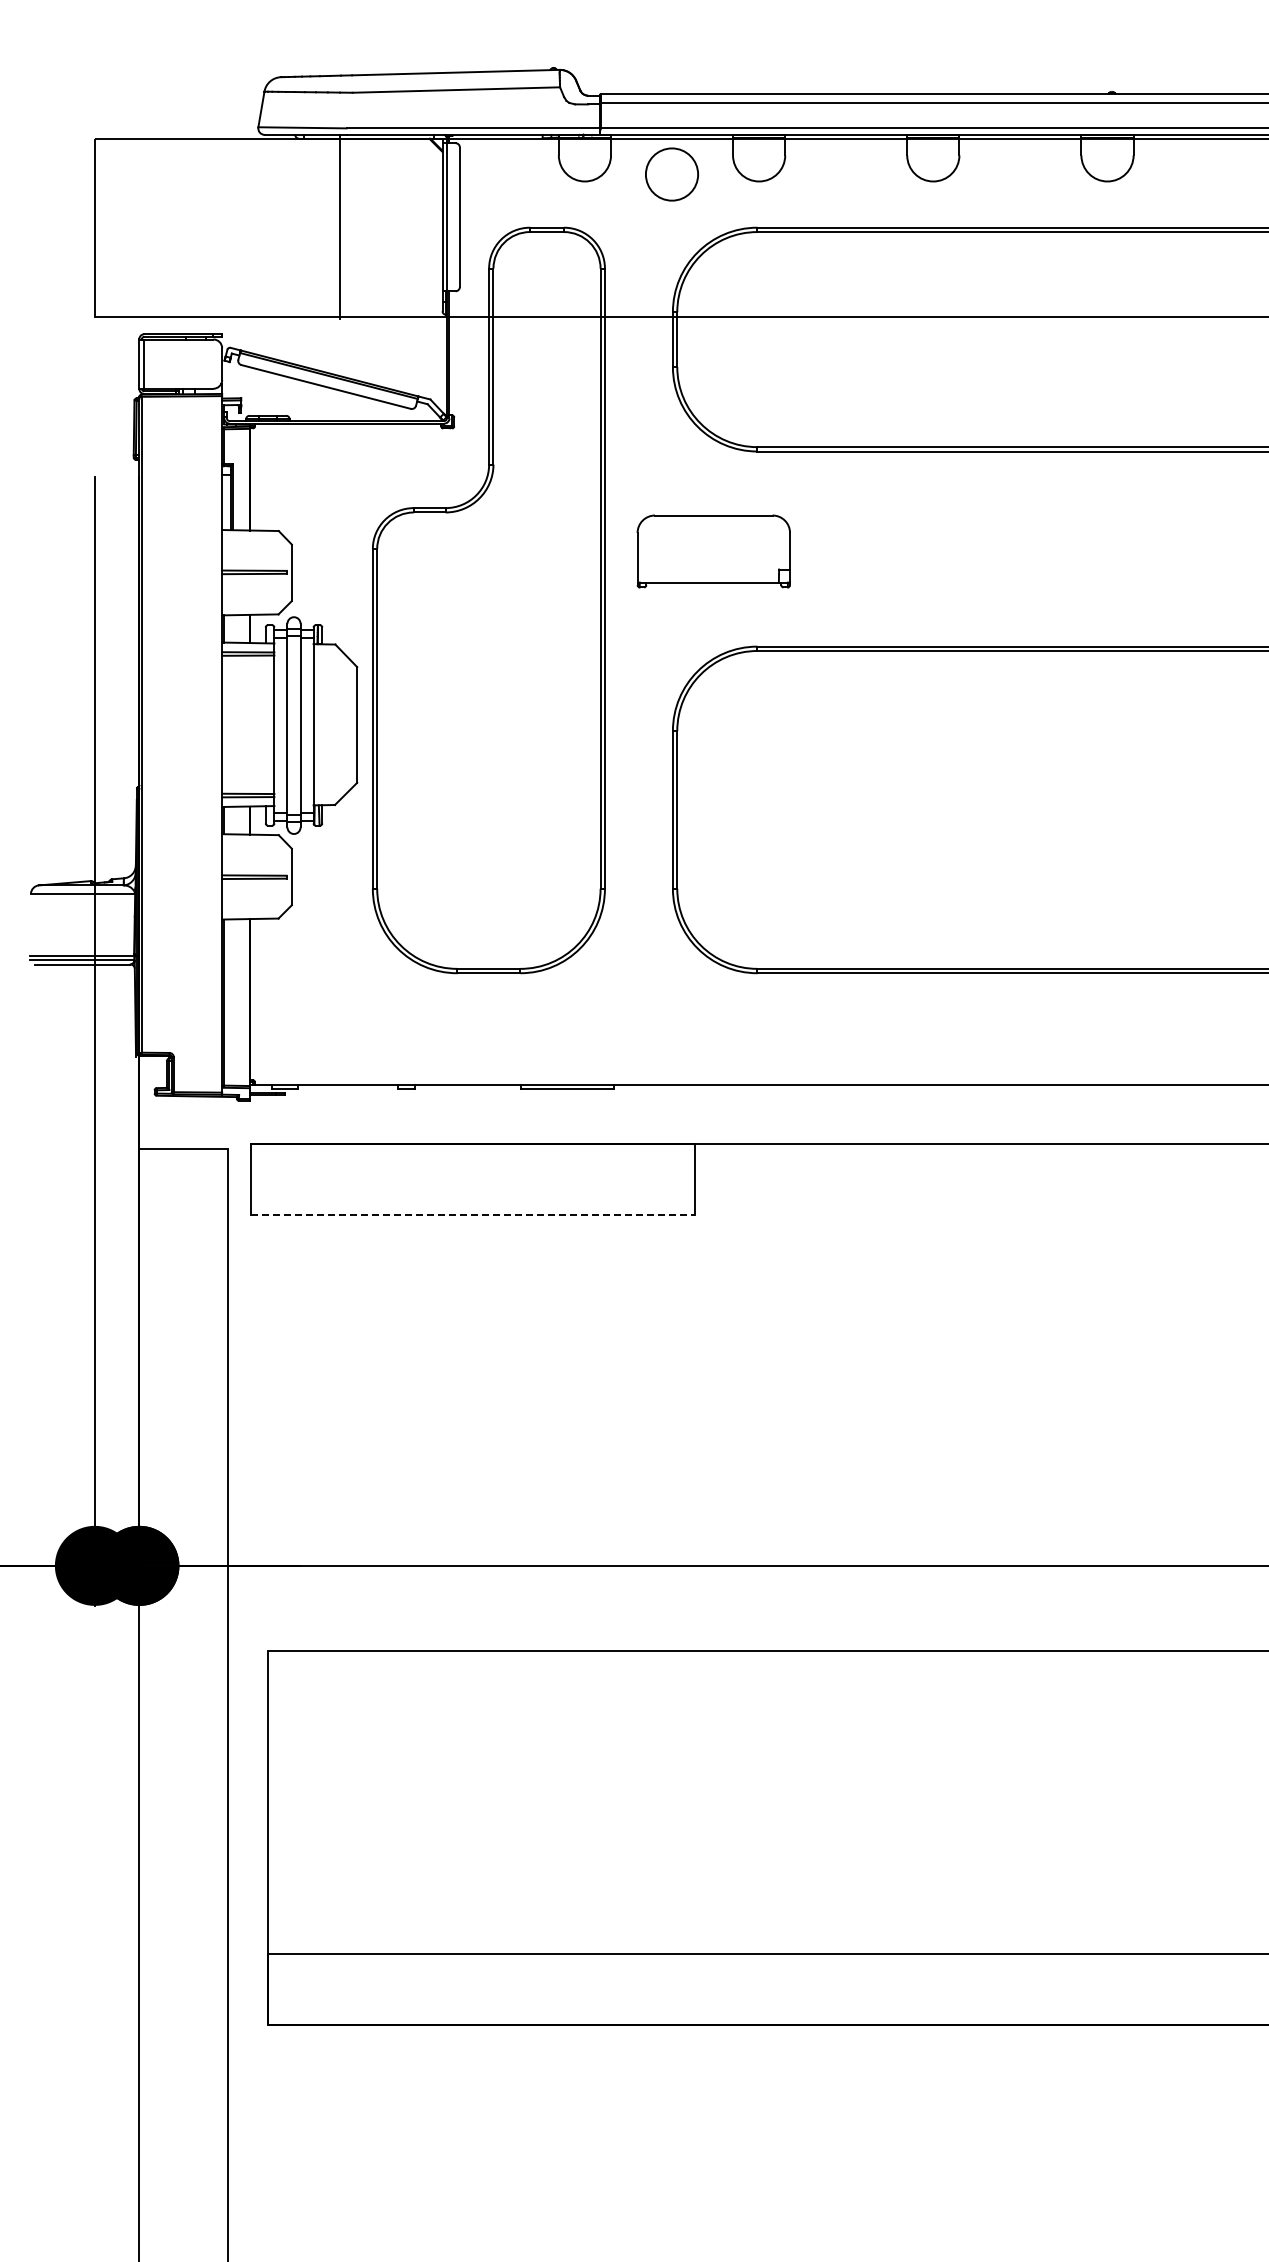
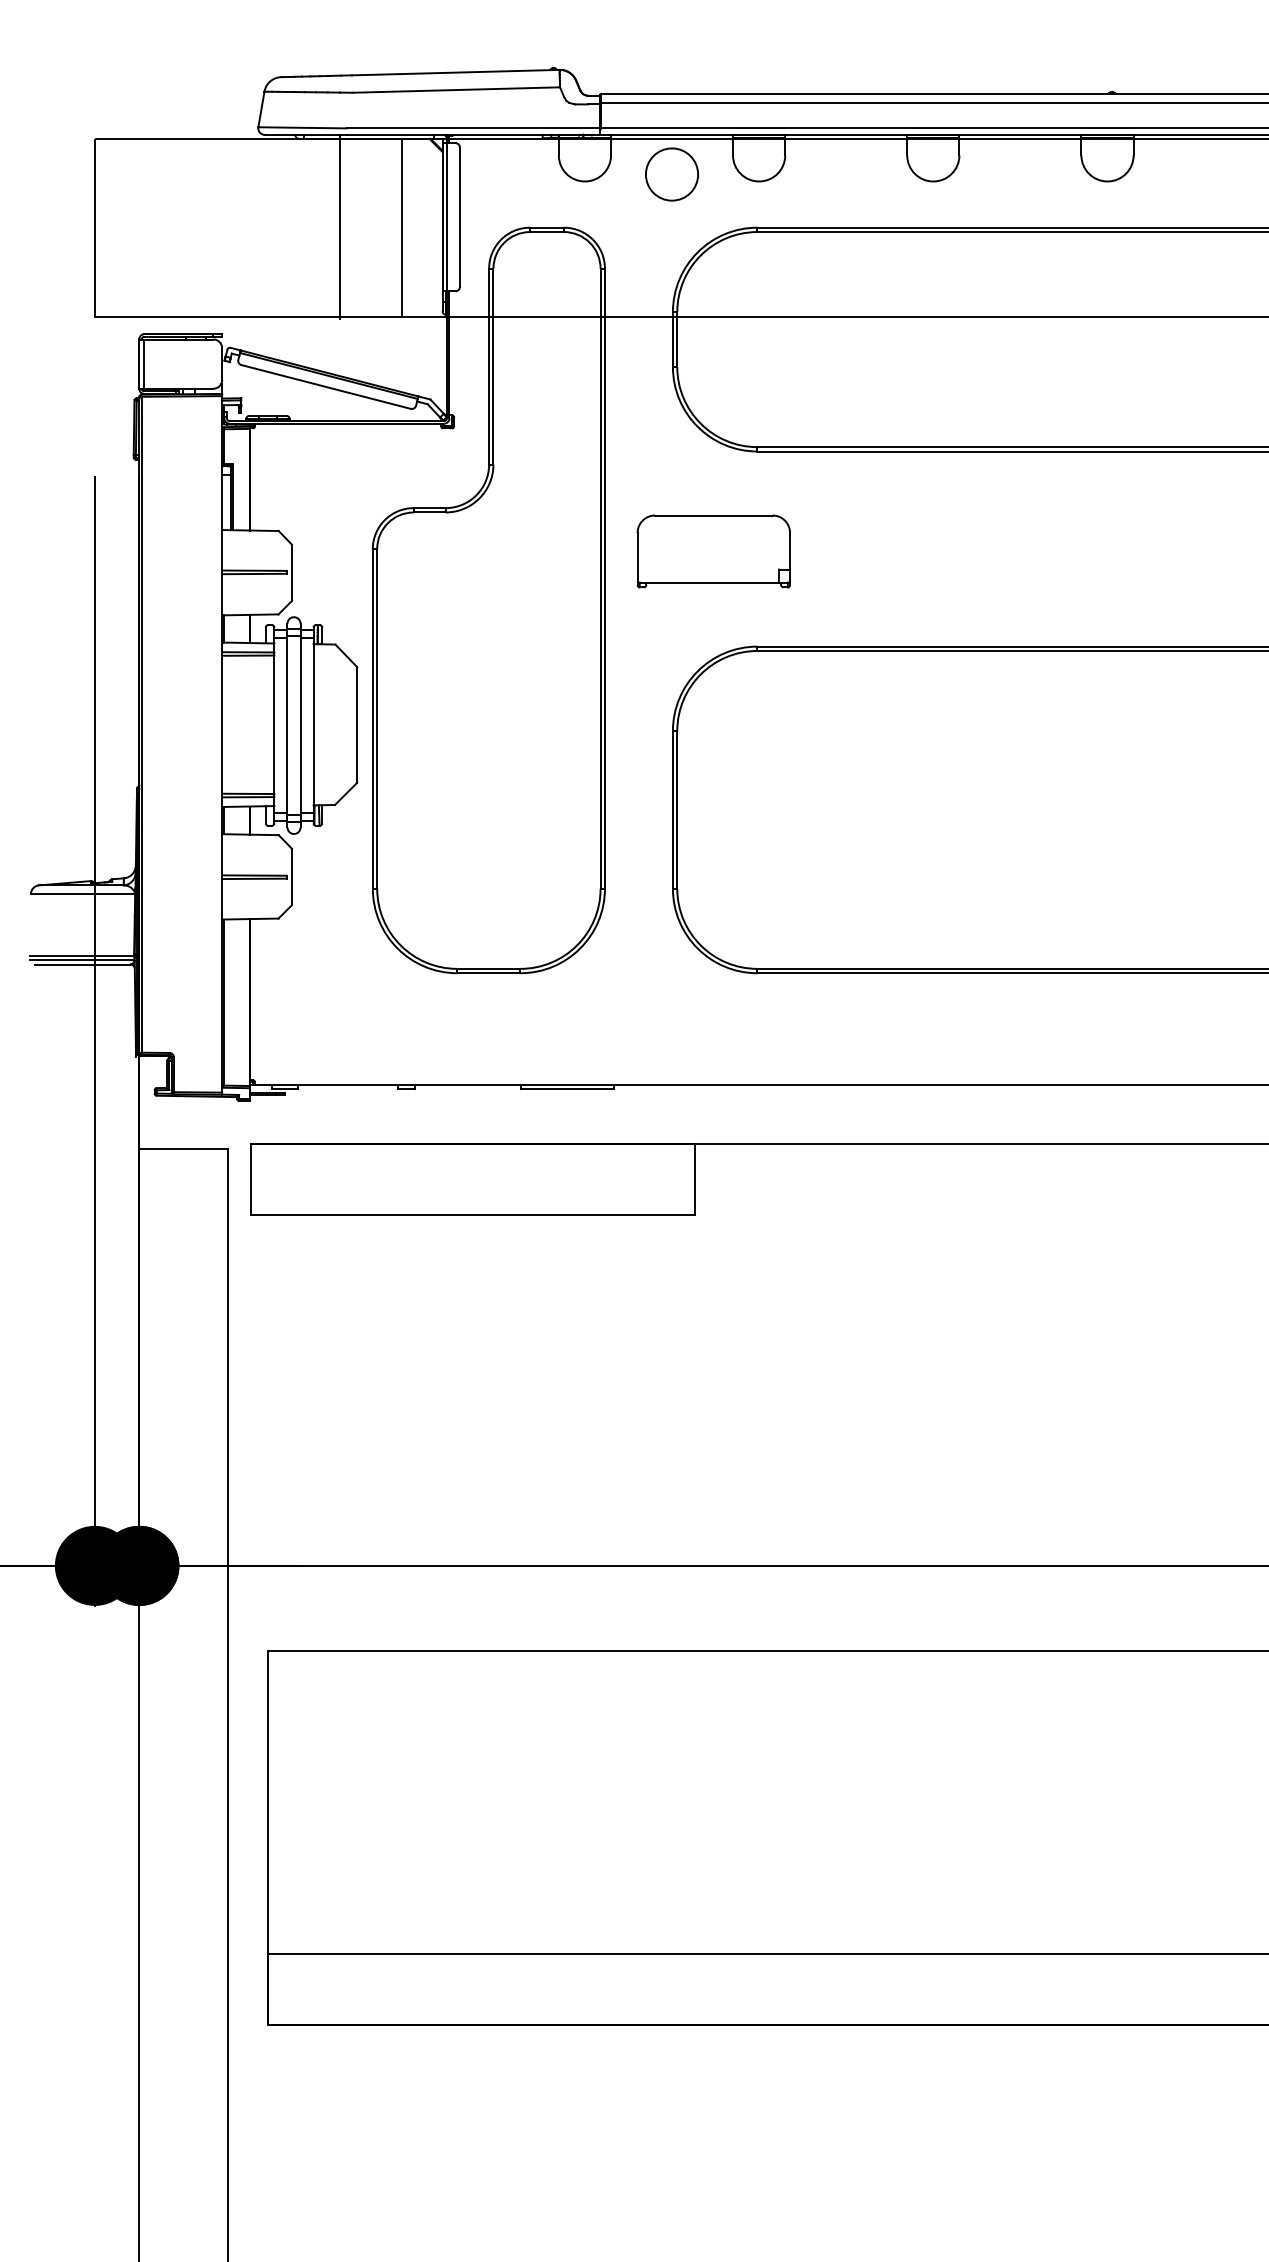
line at (401, 227): none -> present
line at (473, 1215): dashed -> solid
